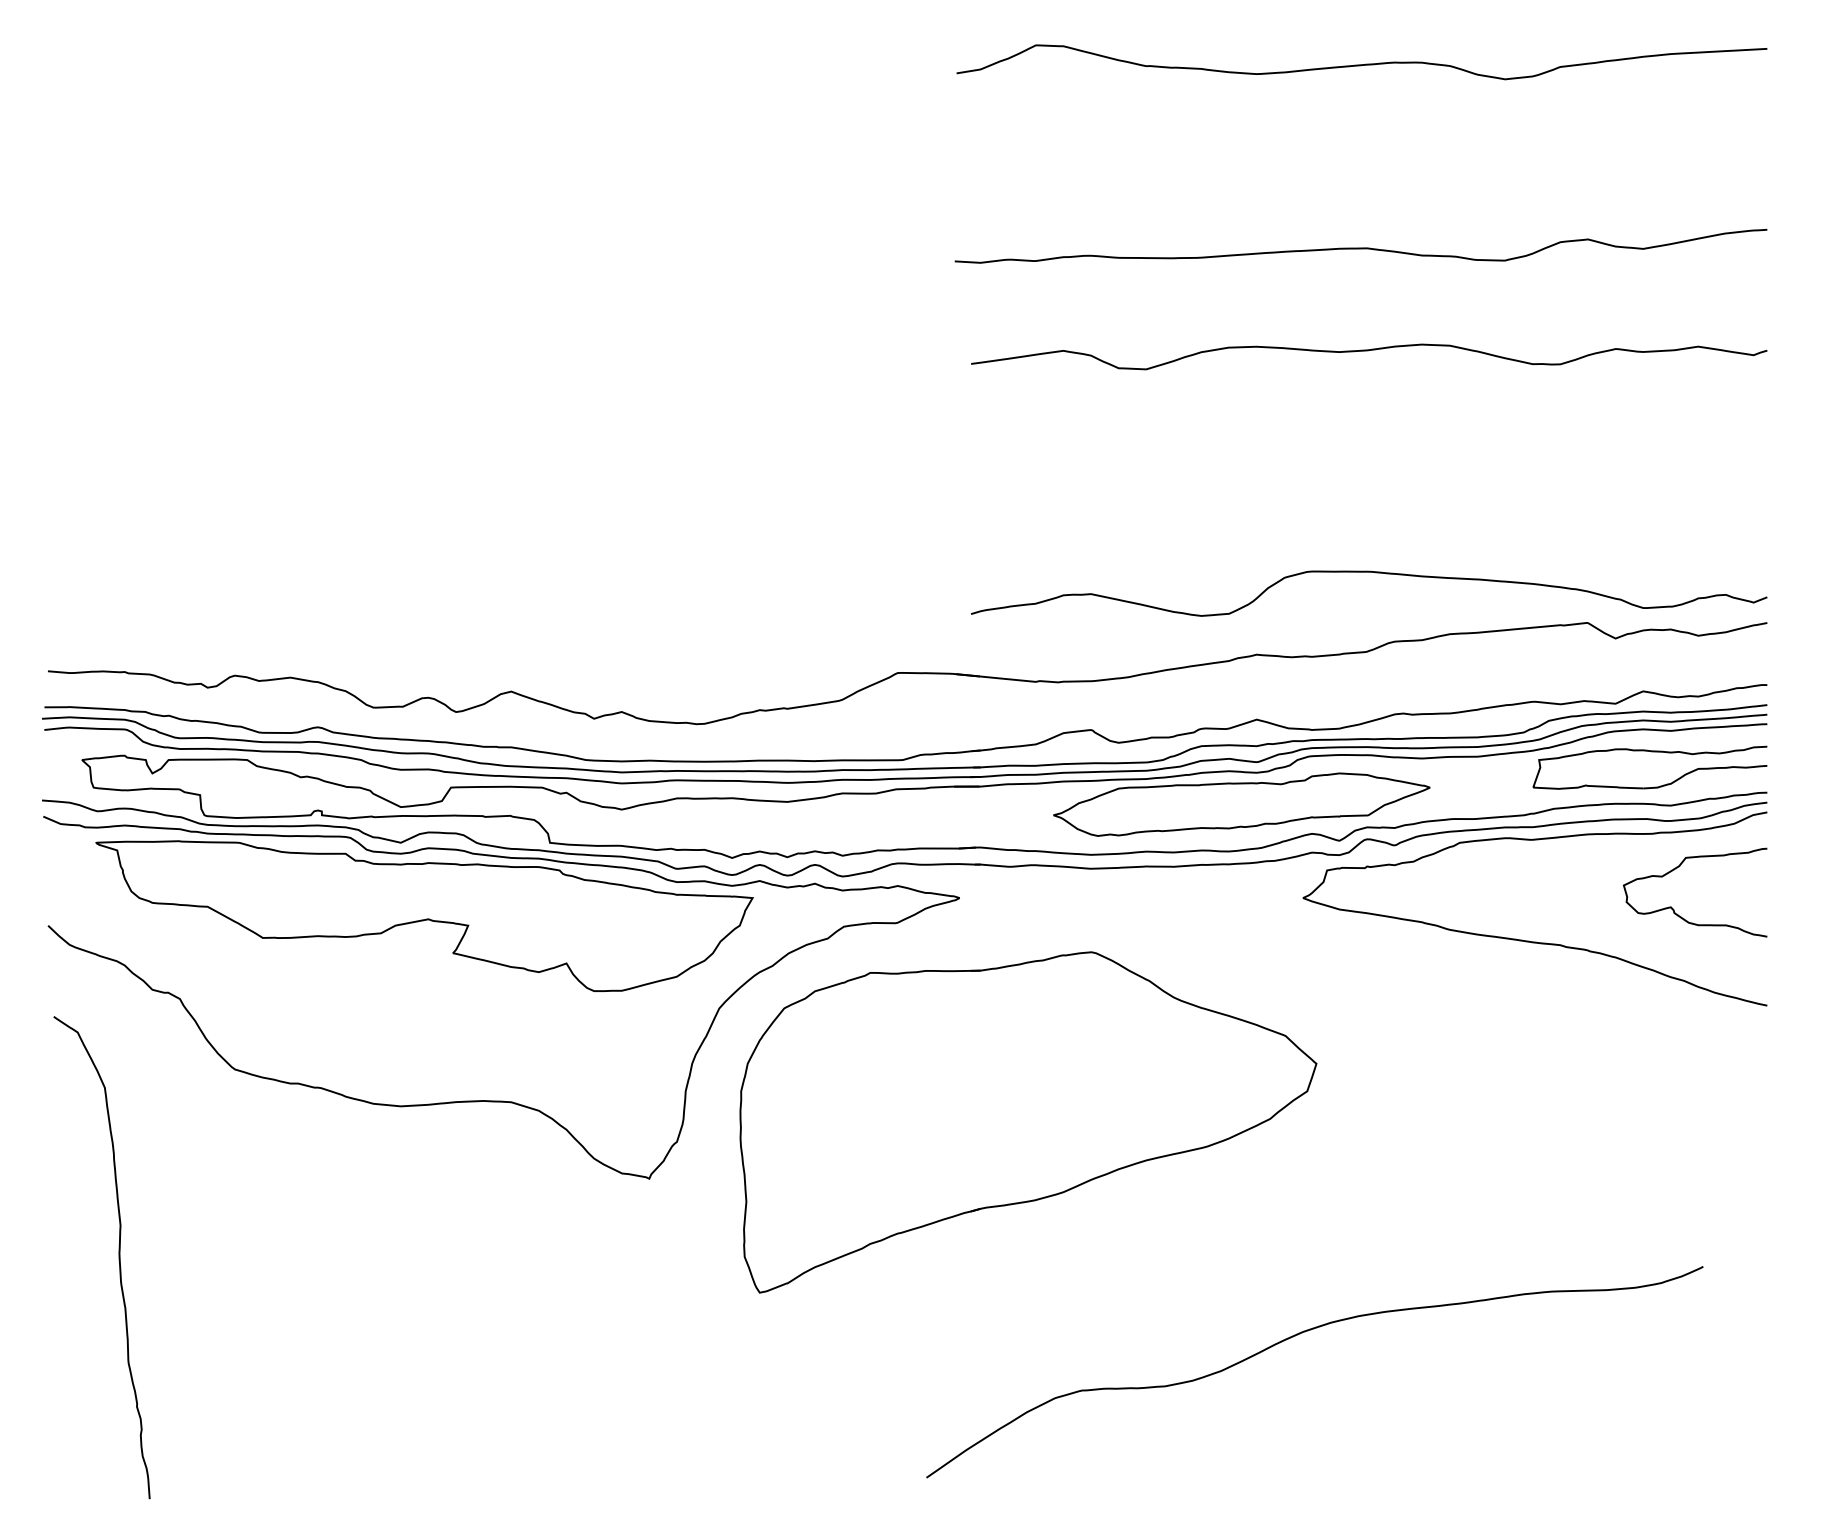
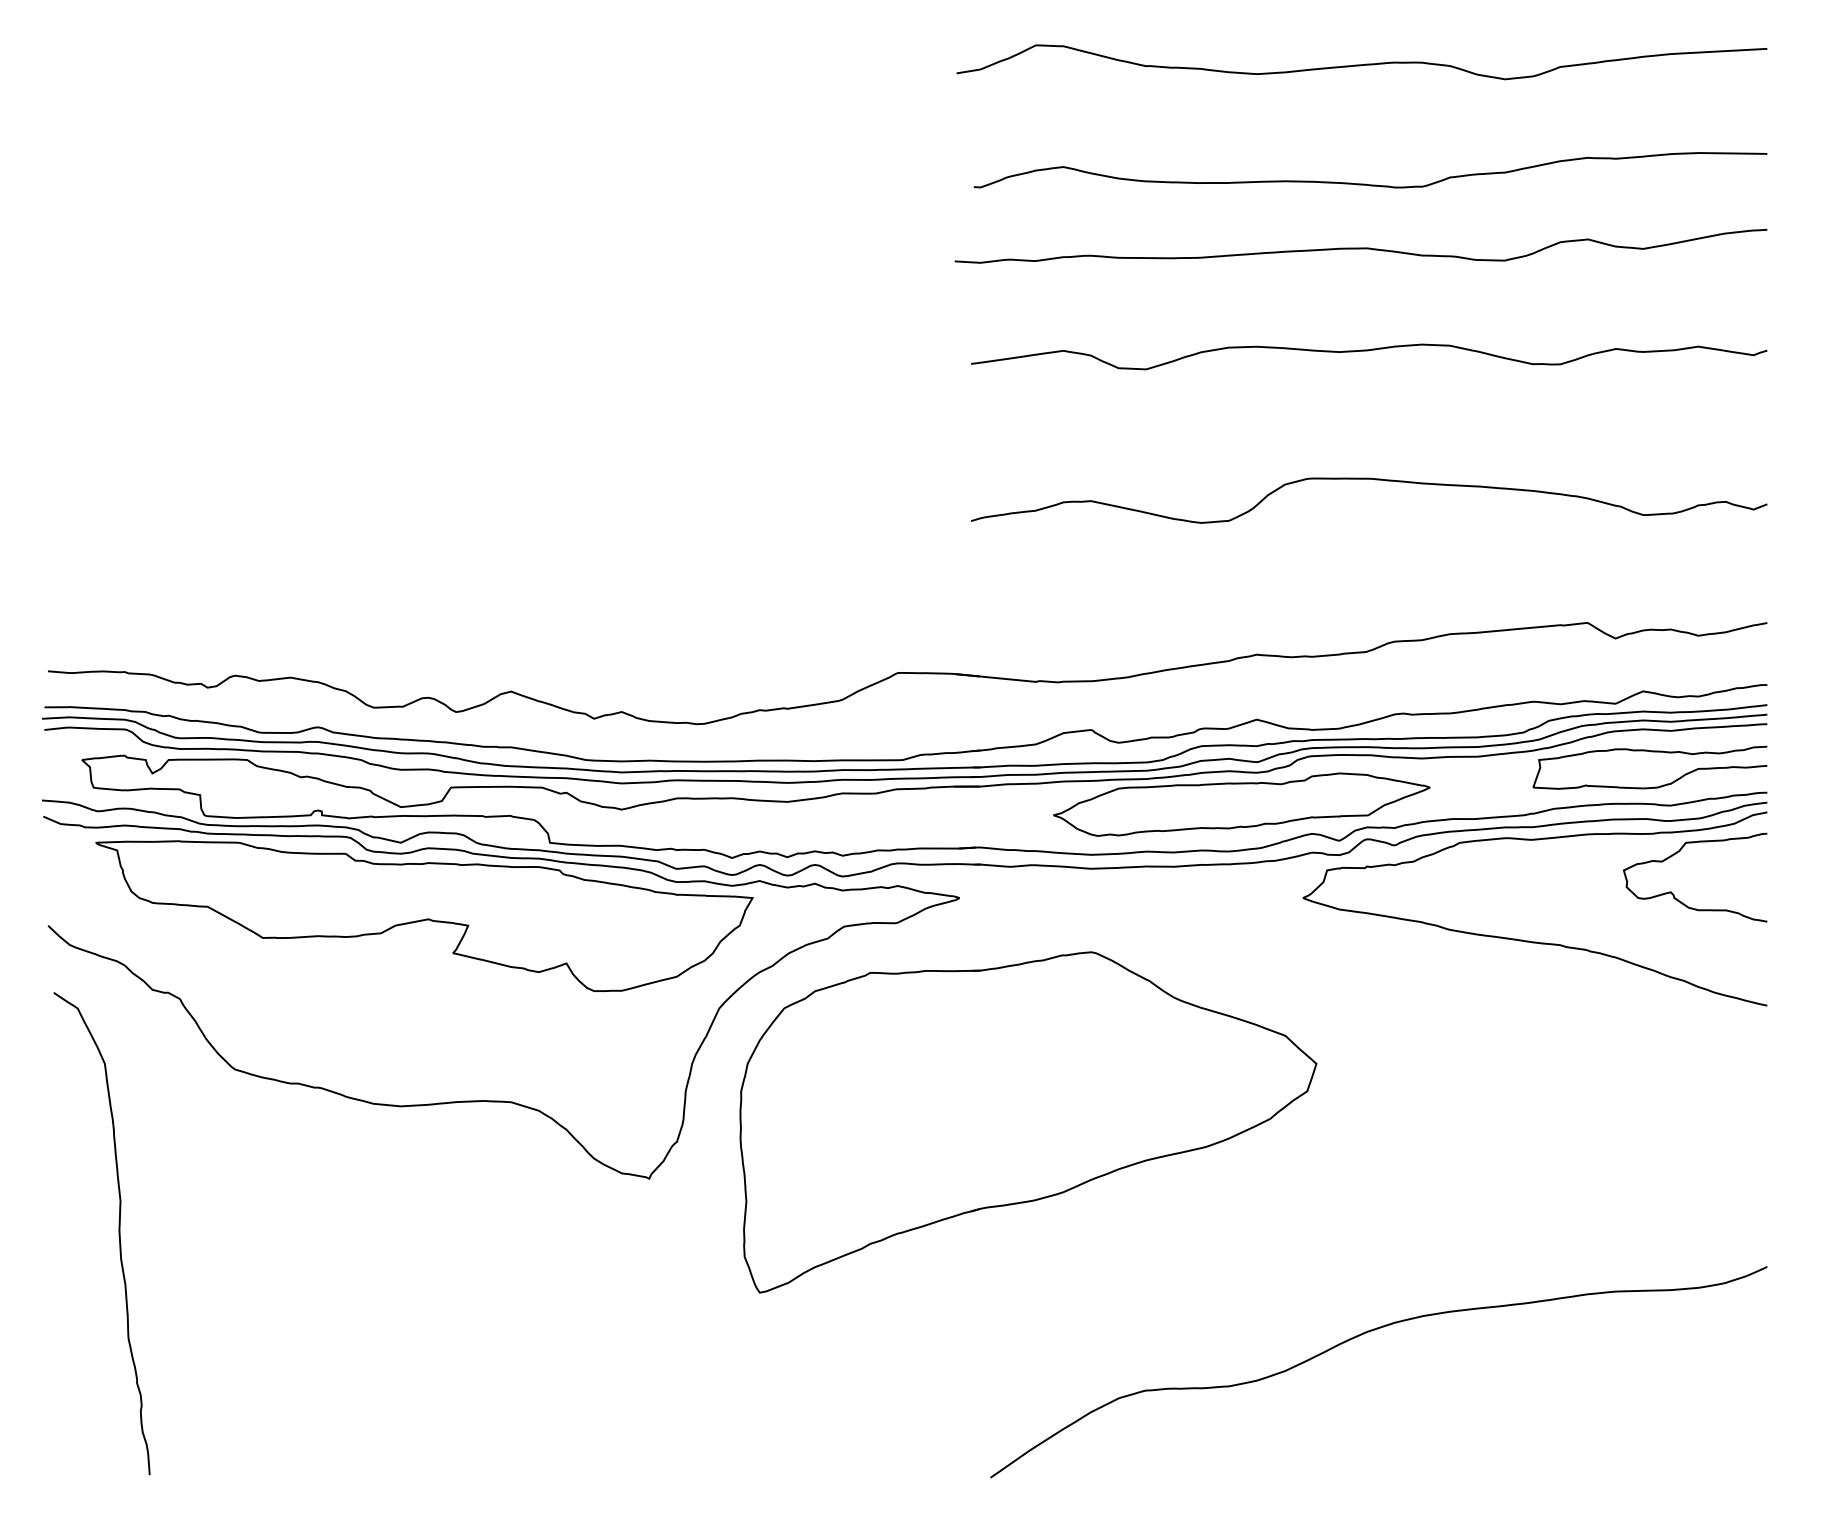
curve at (1365, 183): none -> present
curve at (1375, 573) position: (1375, 573) -> (1375, 480)
curve at (1674, 909) position: (1674, 909) -> (1674, 894)
curve at (118, 1257) position: (118, 1257) -> (118, 1233)
curve at (1300, 1334) position: (1300, 1334) -> (1364, 1334)
